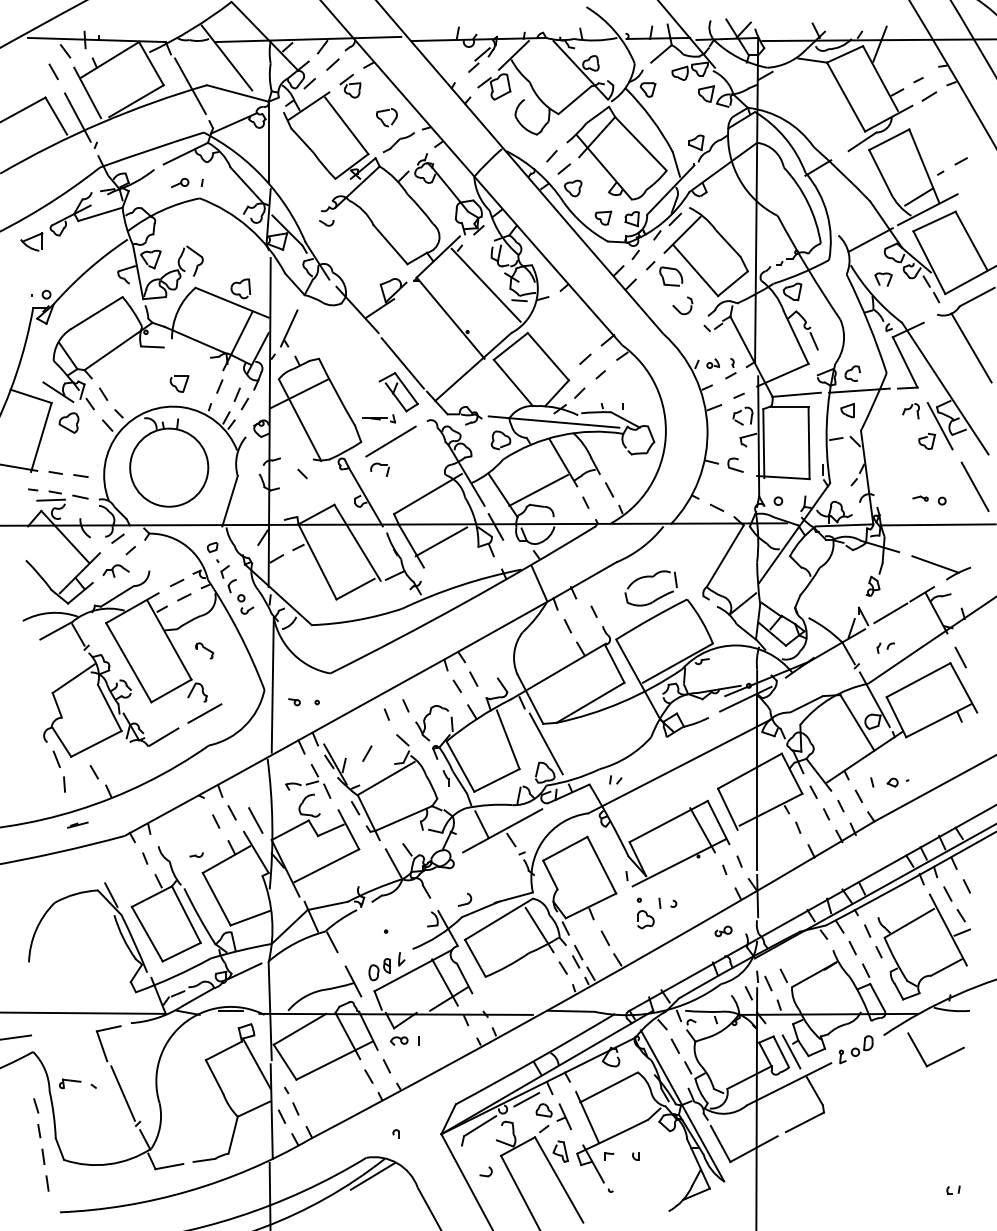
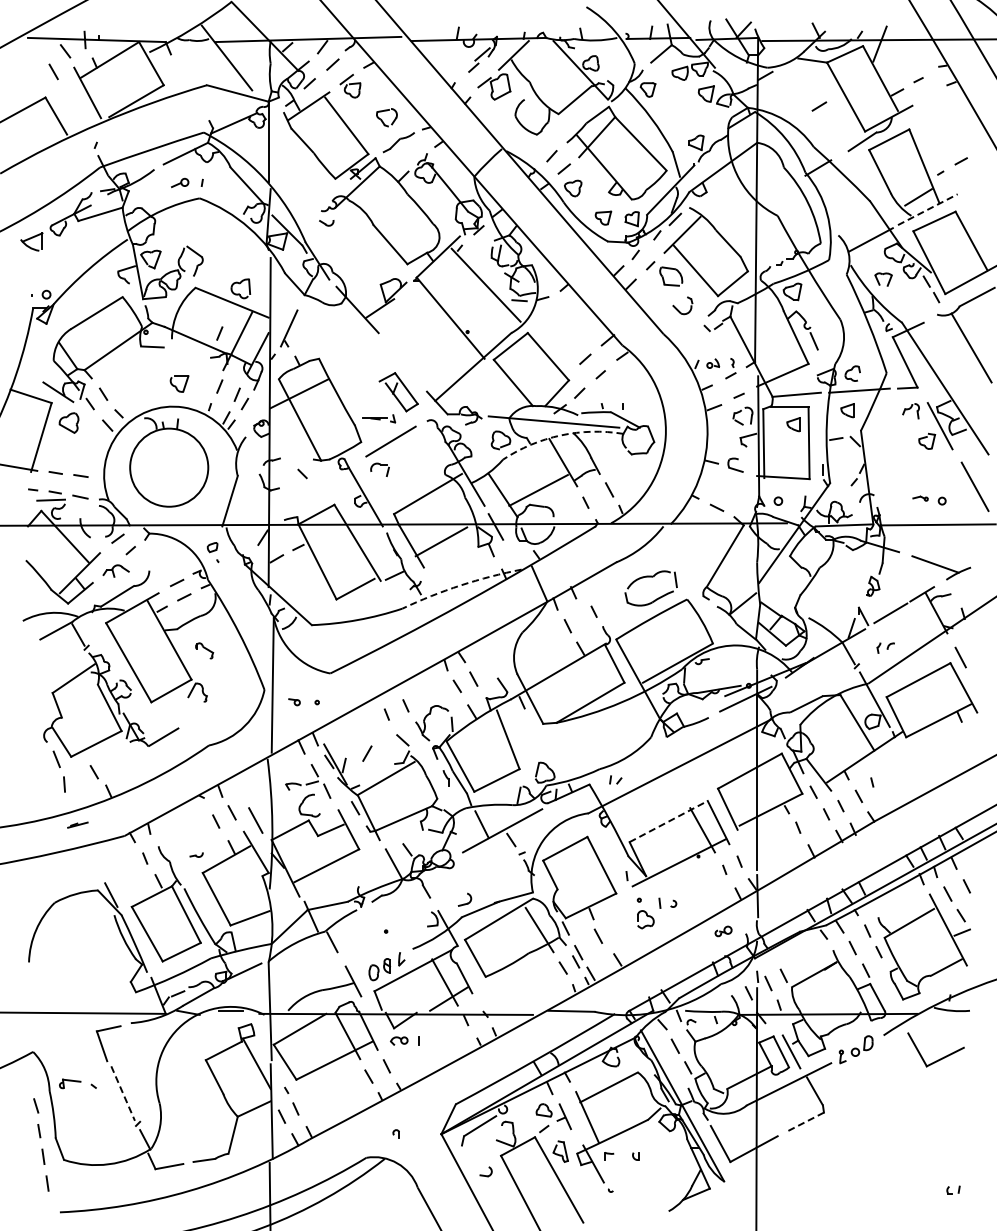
line at (190, 86): present -> none
line at (929, 96) position: (929, 96) -> (819, 106)
line at (77, 117): present -> none
line at (927, 209): solid -> dashed
line at (219, 333): none -> present
line at (402, 363): present -> none
part at (793, 424): none -> present
arc at (560, 435): solid -> dashed
arc at (460, 585): solid -> dashed
part at (237, 589): present -> none
line at (204, 713): present -> none
line at (545, 743): present -> none
part at (897, 782): present -> none
line at (669, 821): solid -> dashed
line at (605, 937) position: (605, 937) -> (598, 935)
line at (16, 1037): present -> none
line at (123, 1093): solid -> dashed
line at (526, 1099): present -> none
line at (804, 1122): solid -> dashed
line at (372, 1175): present -> none
